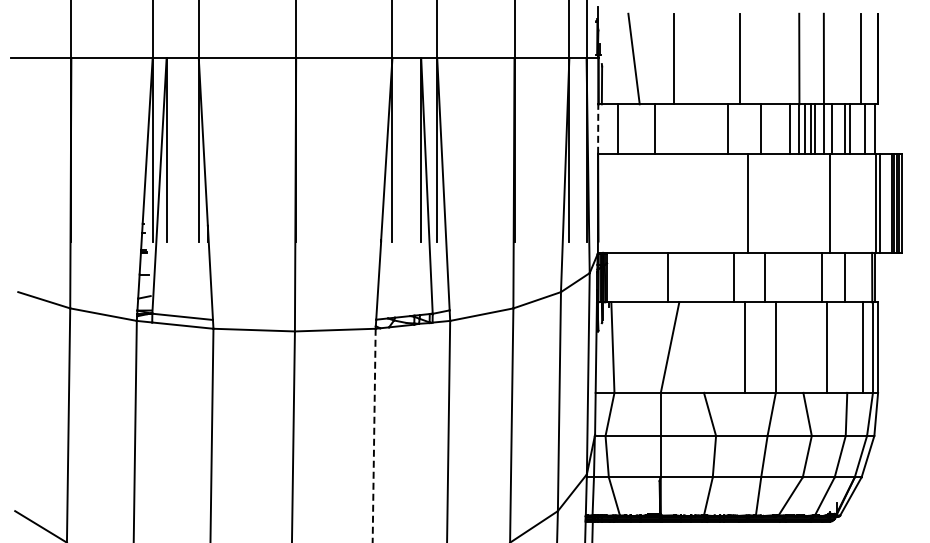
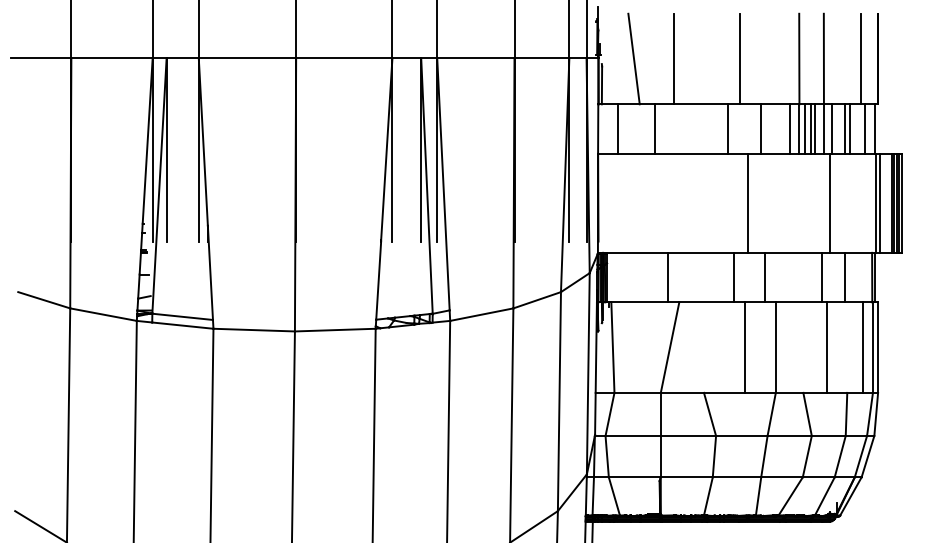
line at (598, 129): dashed -> solid
line at (374, 435): dashed -> solid
